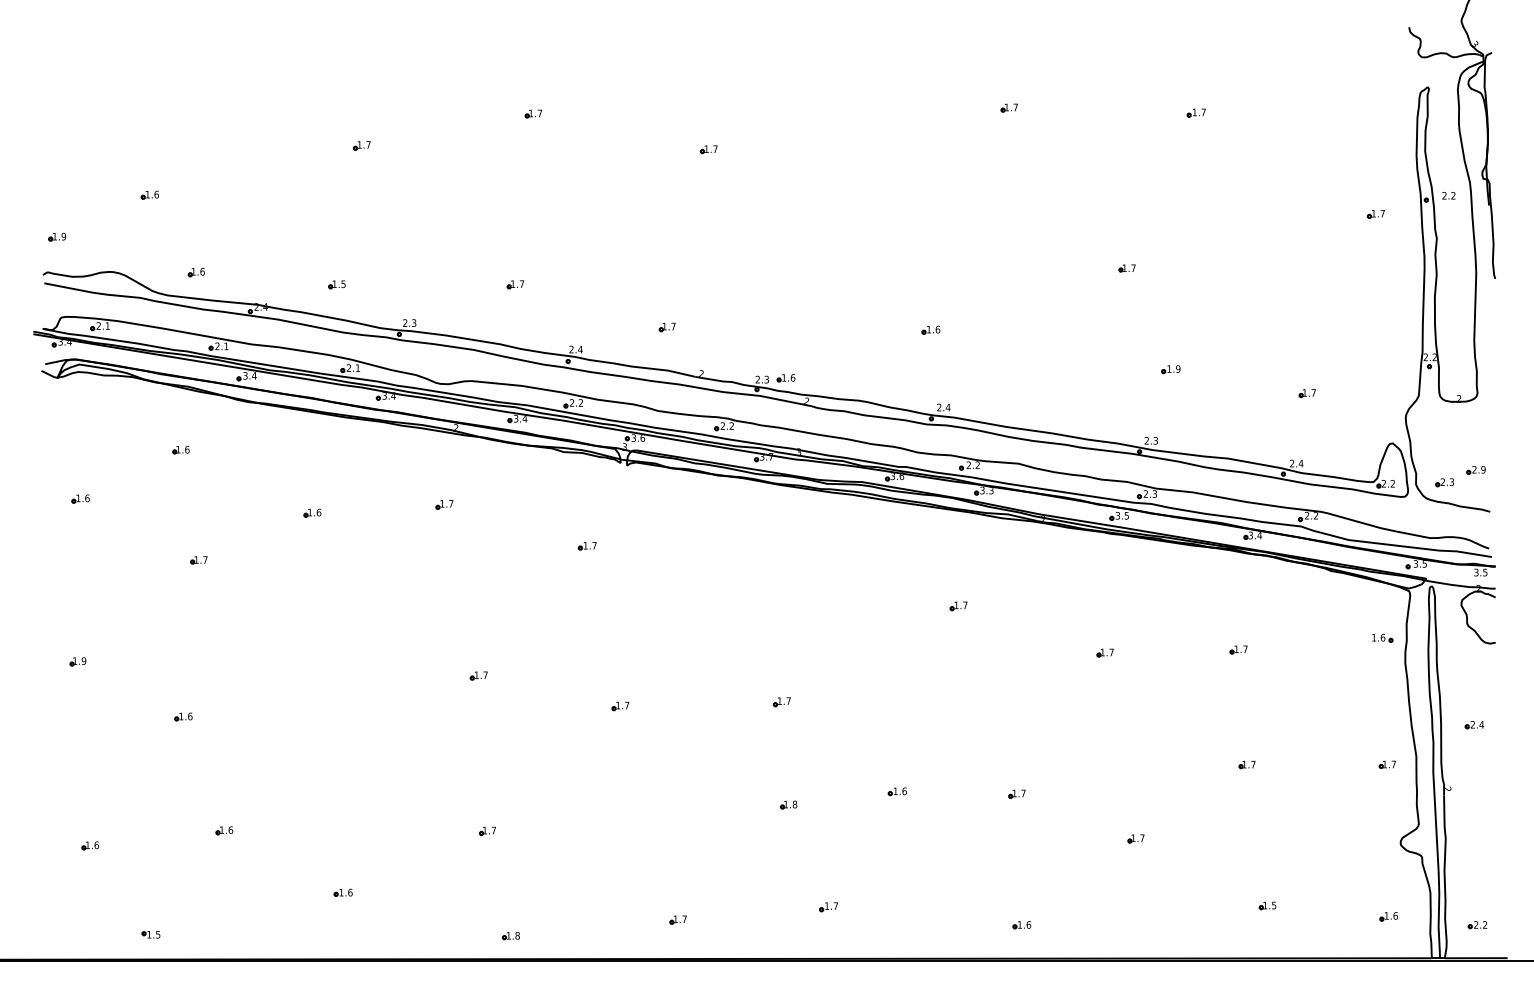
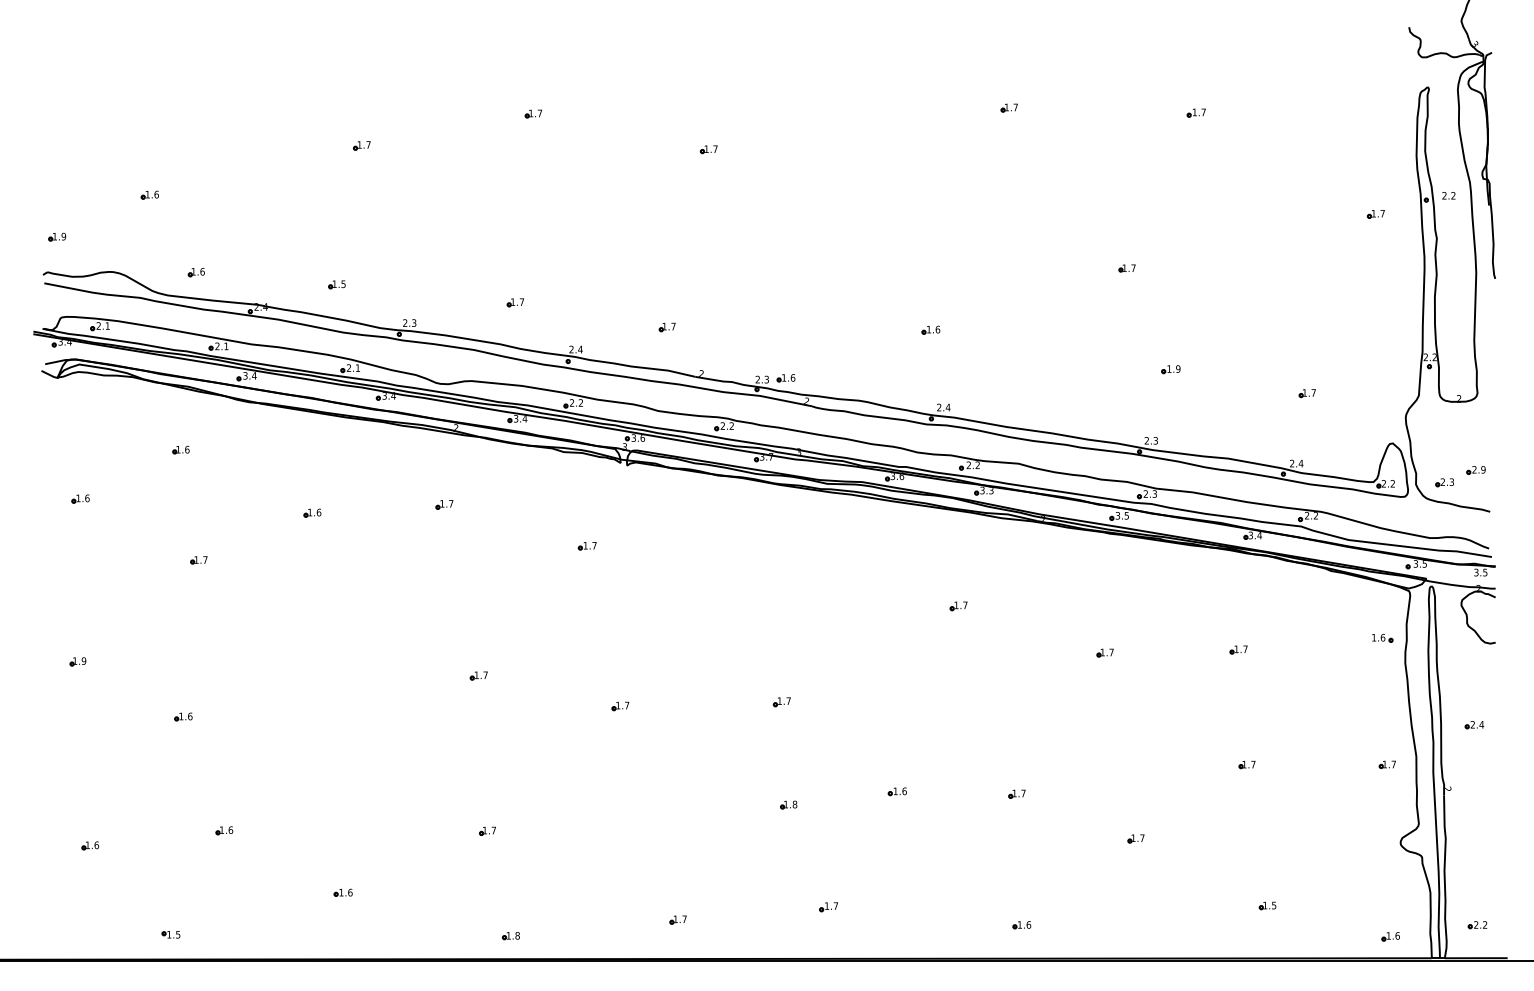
part at (514, 284) position: (514, 284) -> (514, 302)
part at (1388, 916) position: (1388, 916) -> (1390, 936)
part at (150, 934) position: (150, 934) -> (170, 934)
